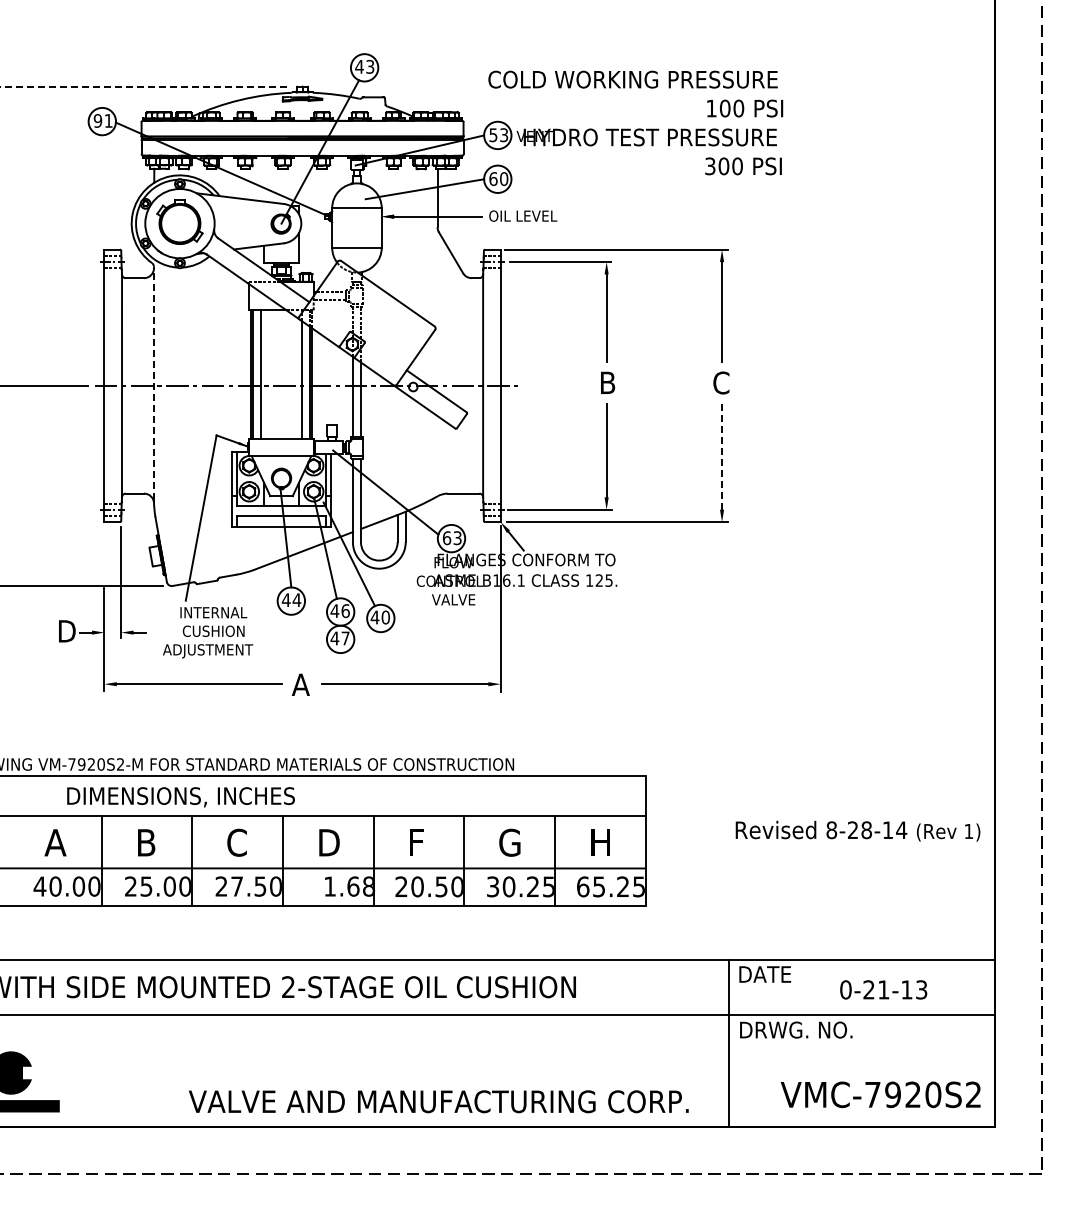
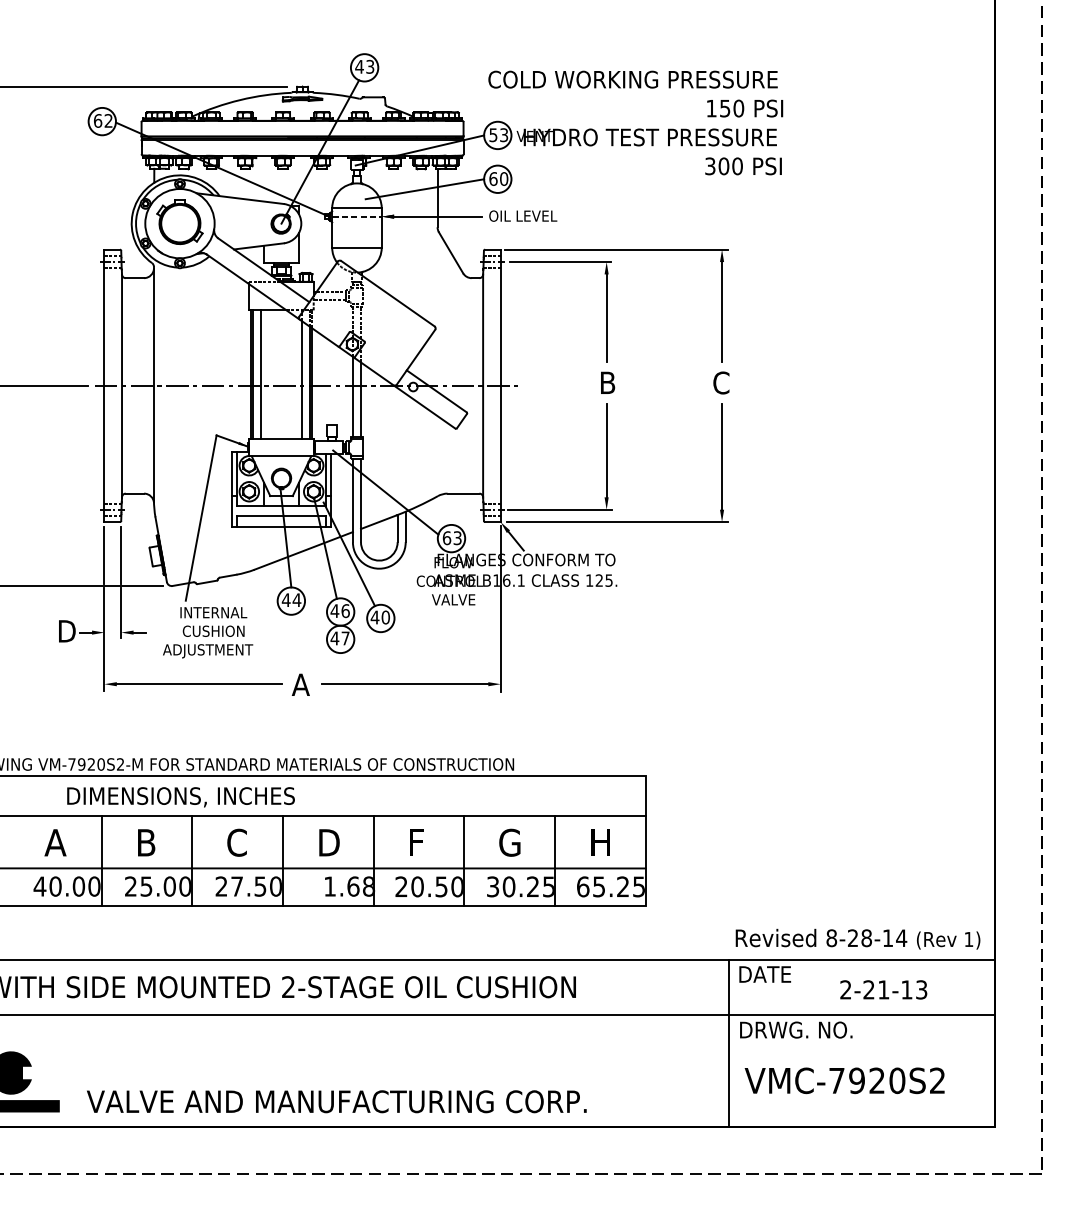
line at (143, 86): dashed -> solid
text at (724, 108): 100 -> 150
text at (102, 120): 91 -> 62
line at (356, 216): none -> present
line at (153, 383): dashed -> solid
line at (722, 456): dashed -> solid
line at (104, 555): none -> present
text at (857, 830) position: (857, 830) -> (857, 938)
text at (845, 989): 0-21-13 -> 2-21-13
text at (880, 1094) position: (880, 1094) -> (844, 1080)
text at (438, 1101) position: (438, 1101) -> (336, 1101)
